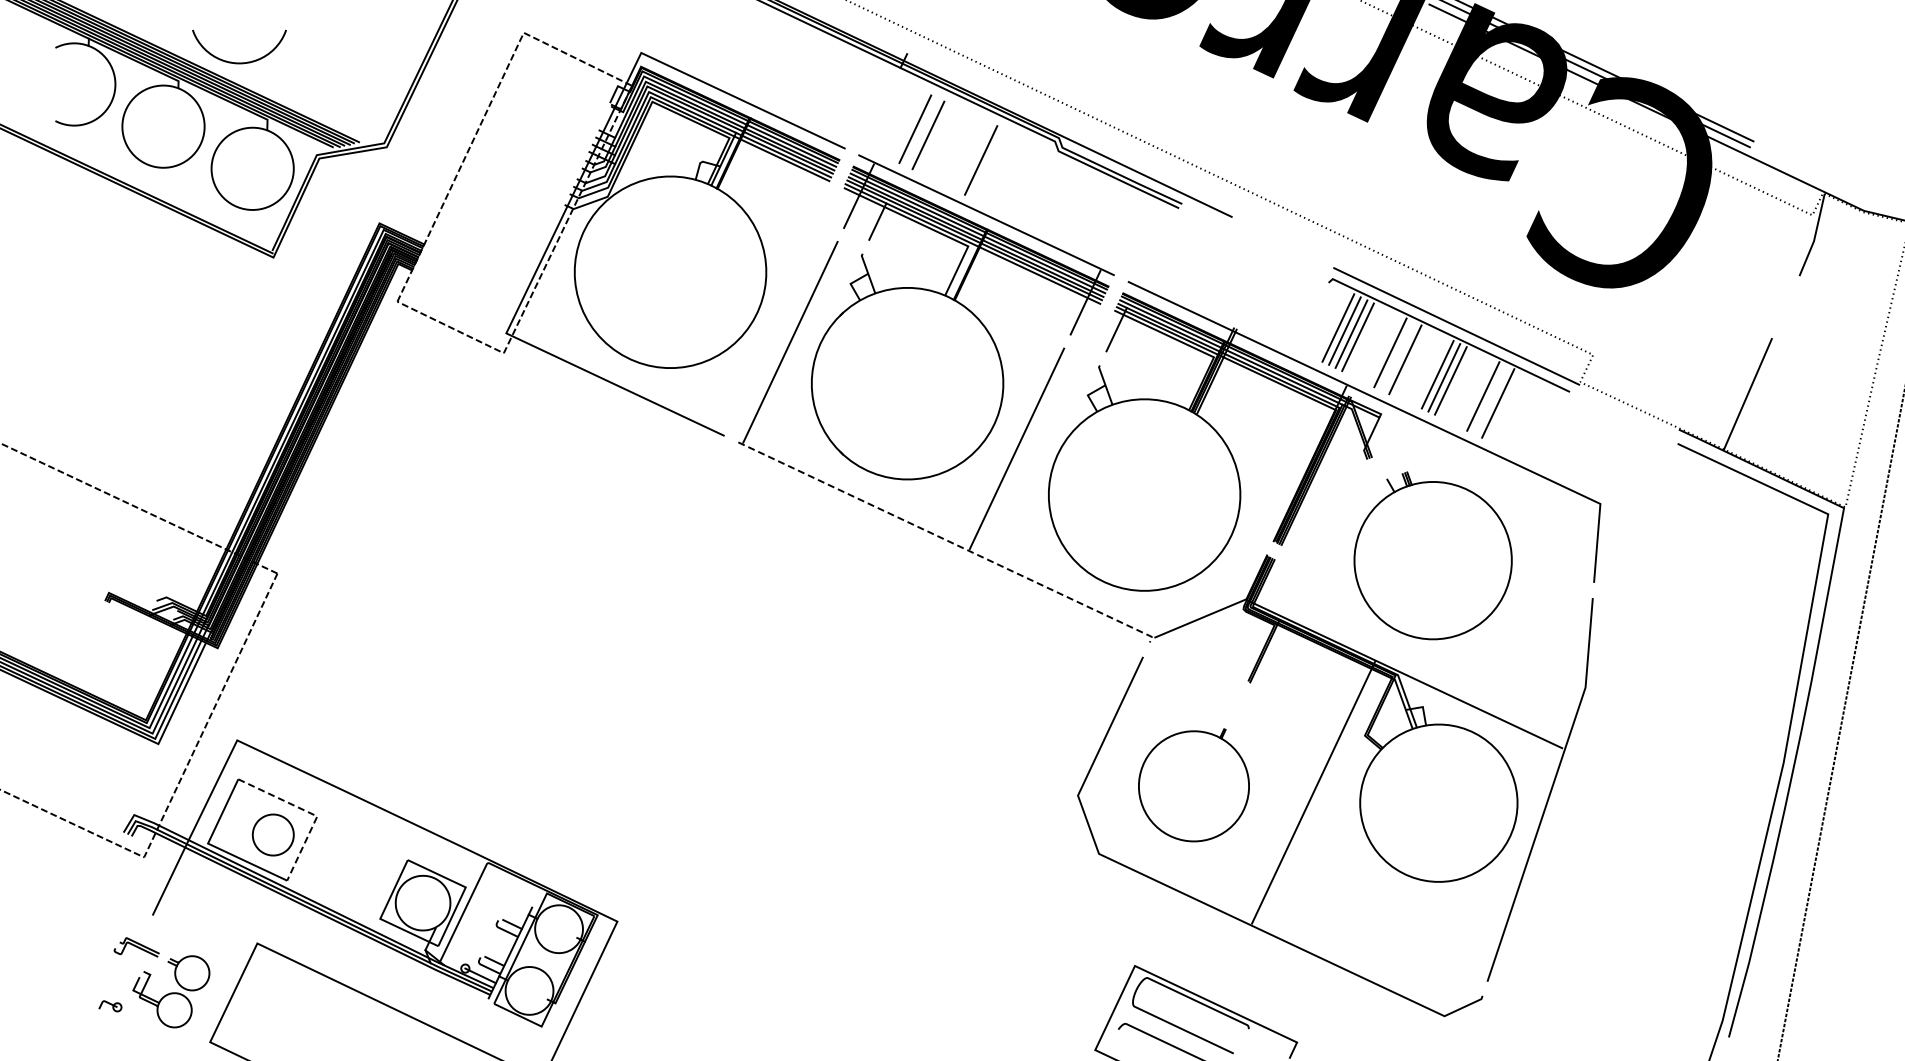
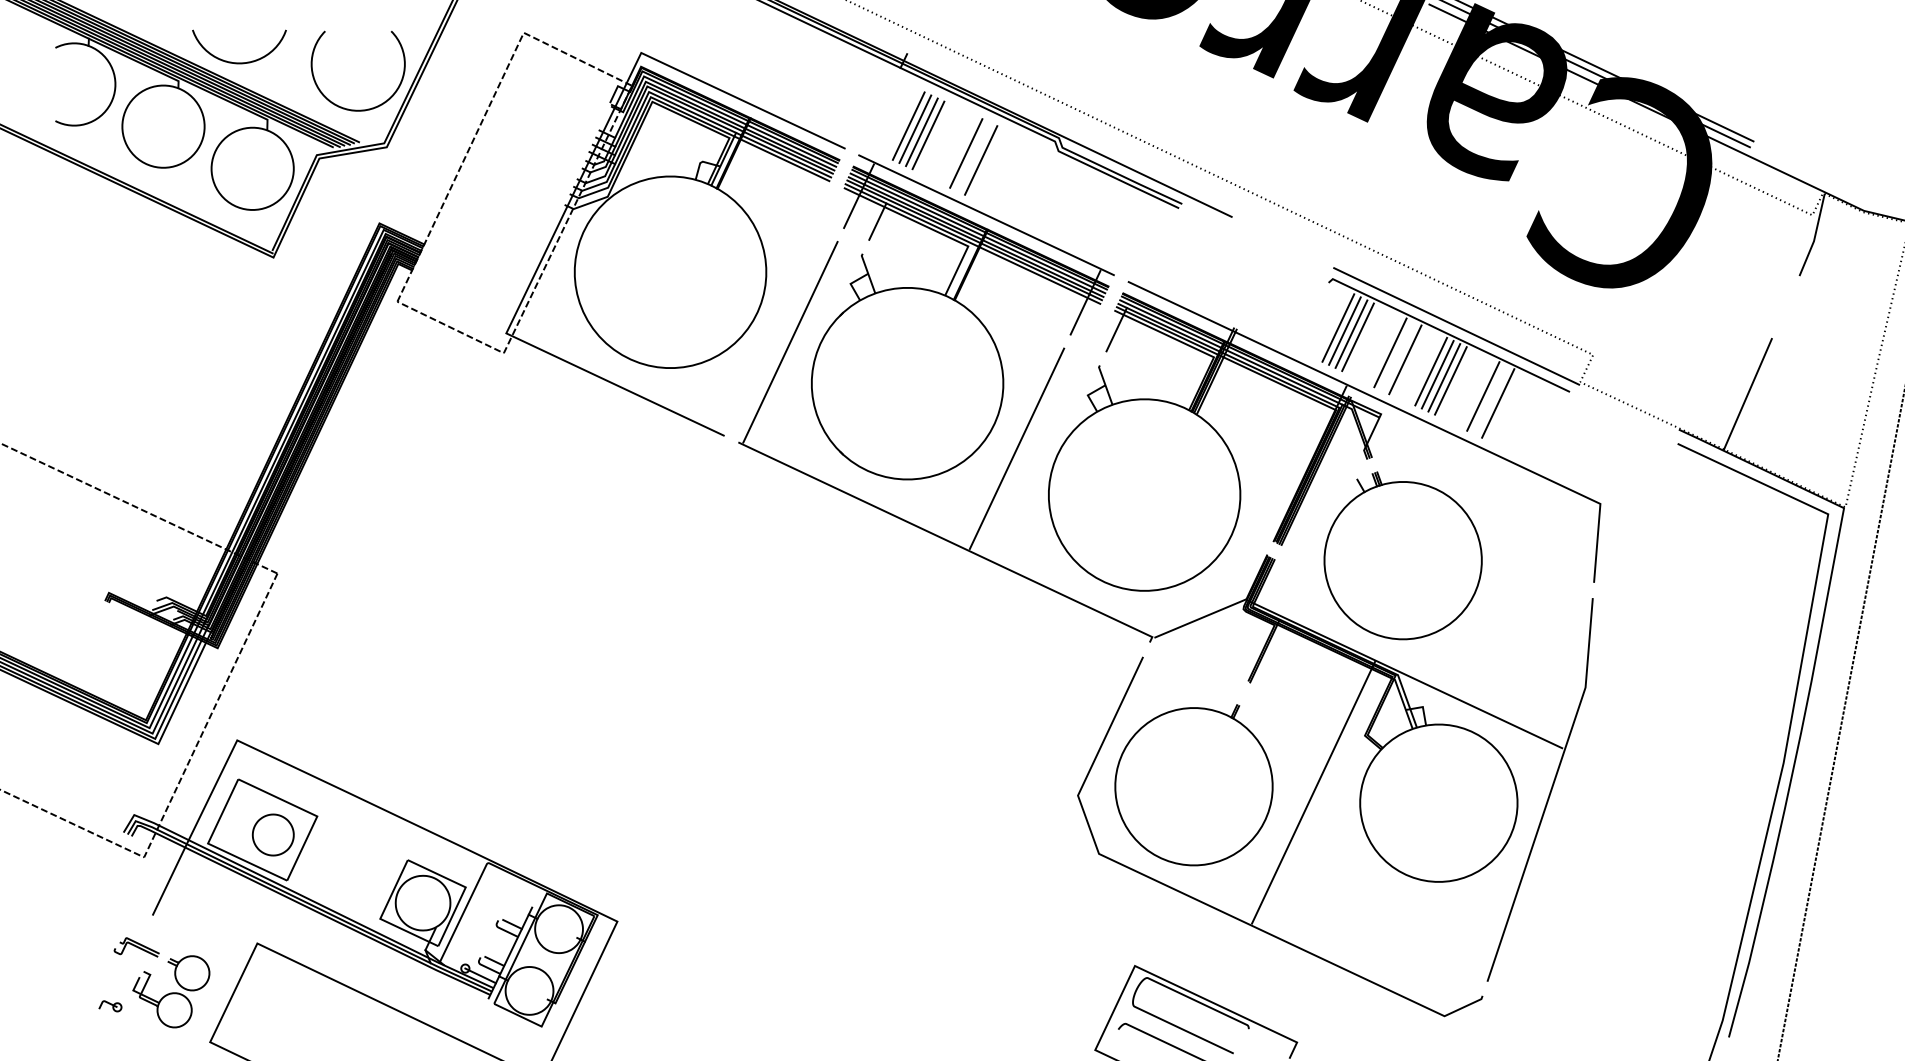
curve at (357, 109): none -> present
line at (908, 125): none -> present
line at (921, 132): none -> present
line at (966, 153): none -> present
line at (1431, 371): none -> present
line at (948, 541): dashed -> solid
part at (1432, 555) position: (1432, 555) -> (1402, 555)
part at (1193, 785) size: 112x115 px -> 160x163 px
line at (310, 813): dashed -> solid
